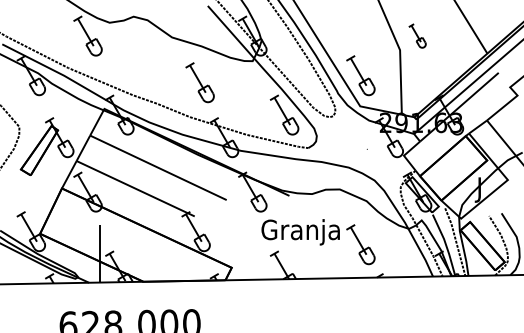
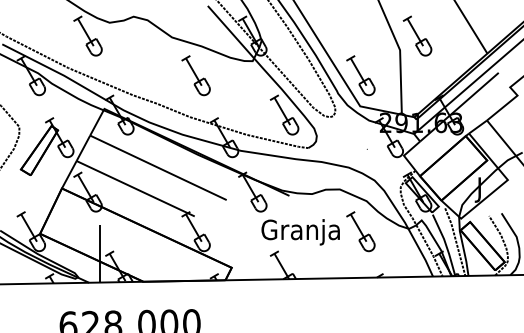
part at (417, 35) size: 19x26 px -> 31x42 px
part at (199, 82) position: (199, 82) -> (195, 75)
part at (360, 244) position: (360, 244) -> (360, 231)
